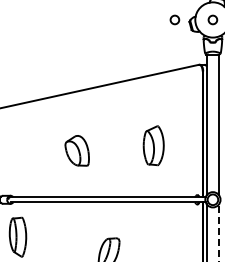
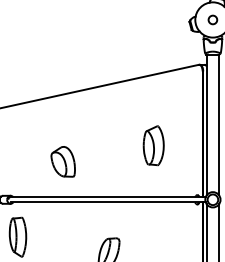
circle at (174, 19): present -> none
part at (76, 150) position: (76, 150) -> (62, 161)
line at (219, 232): dashed -> solid
